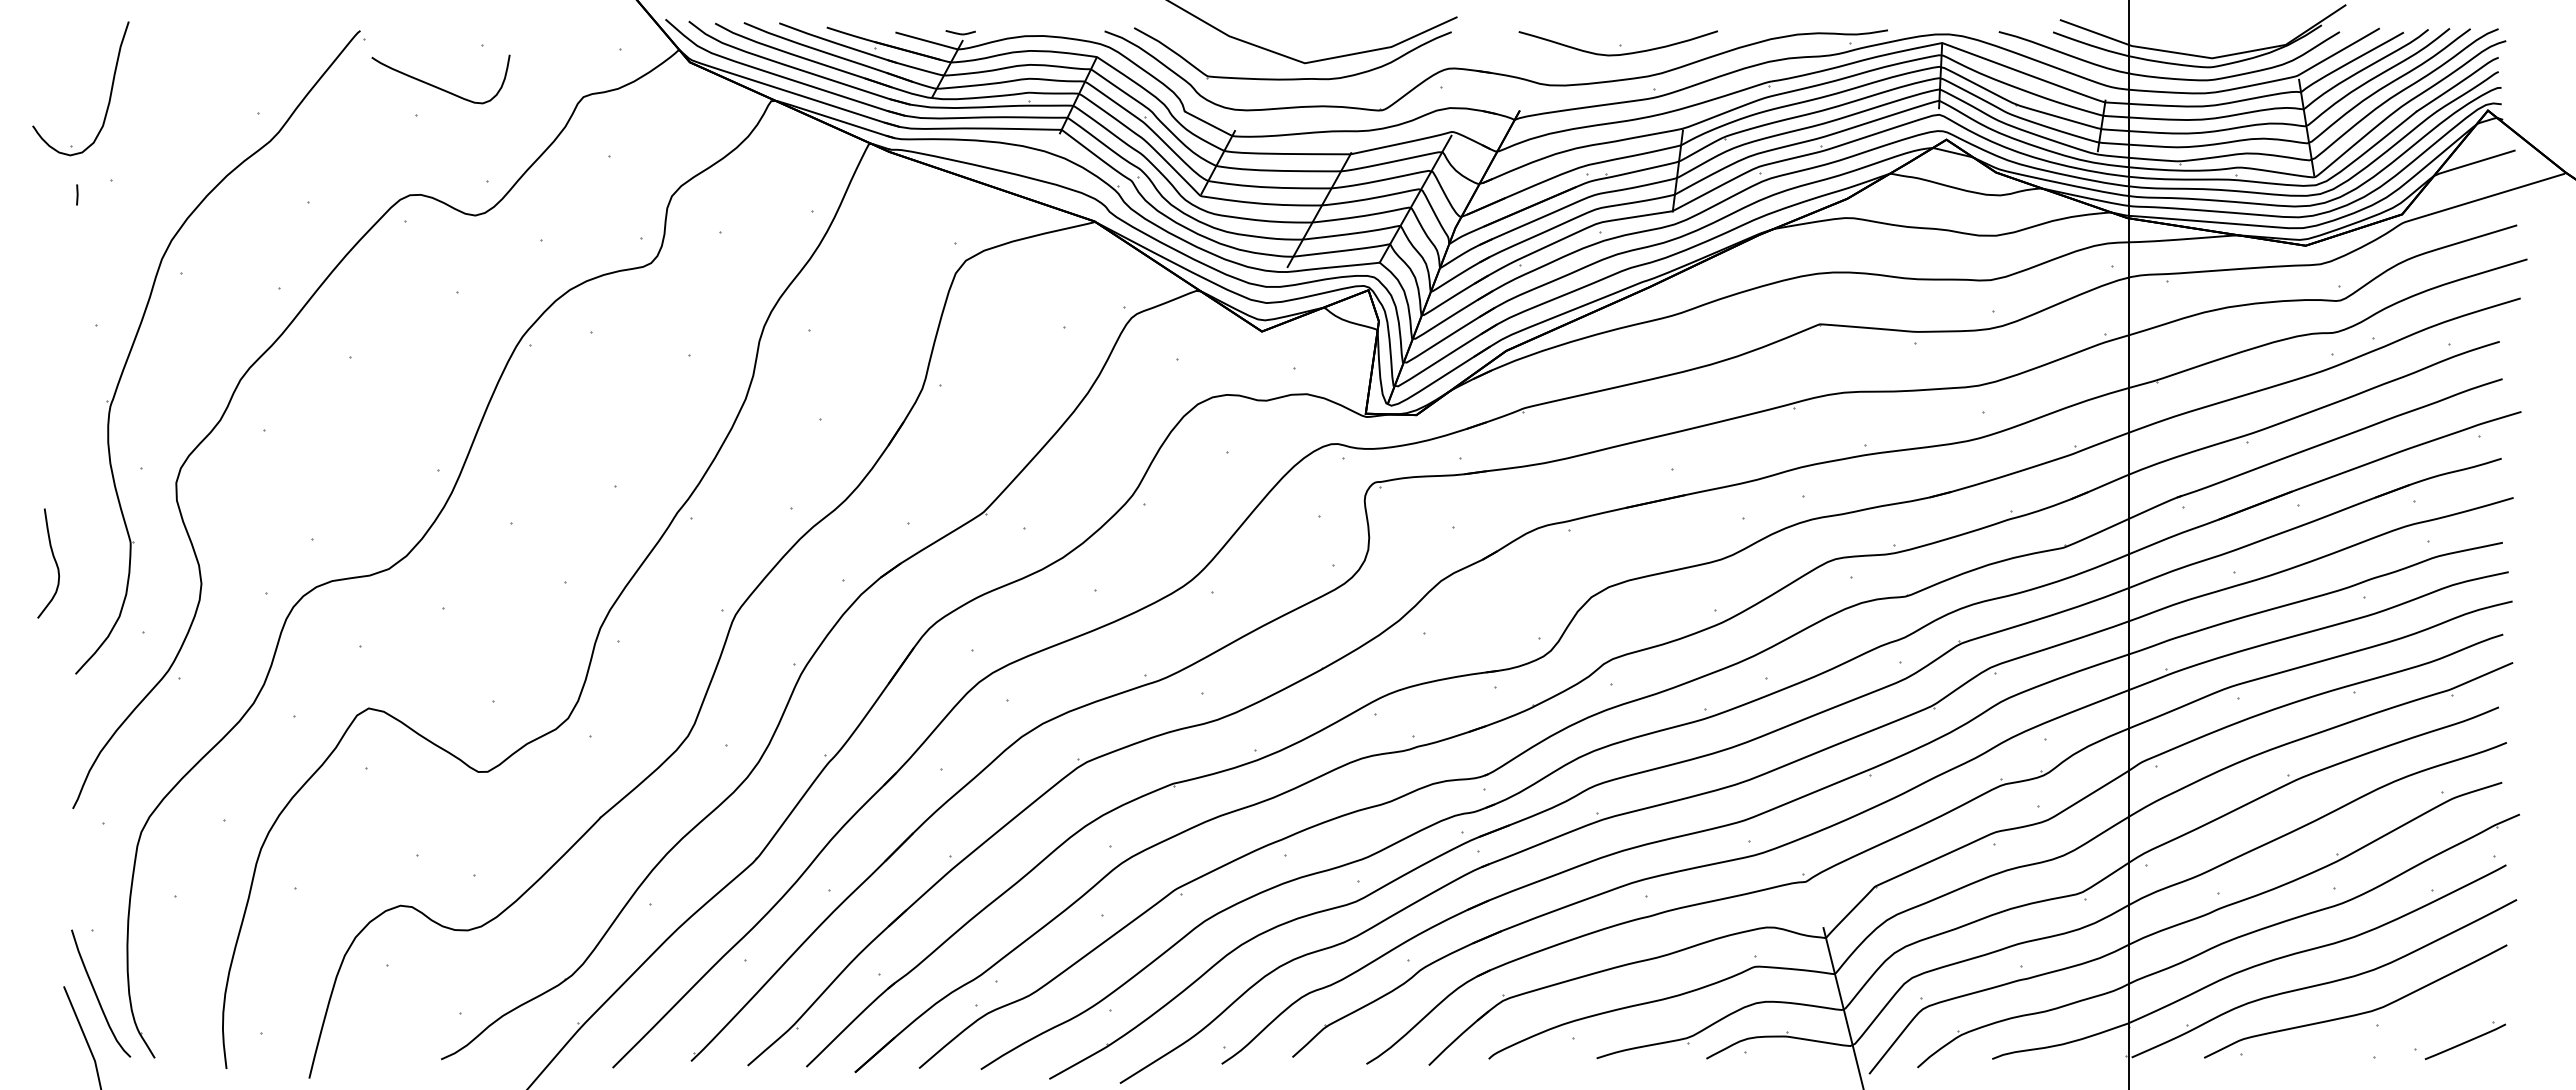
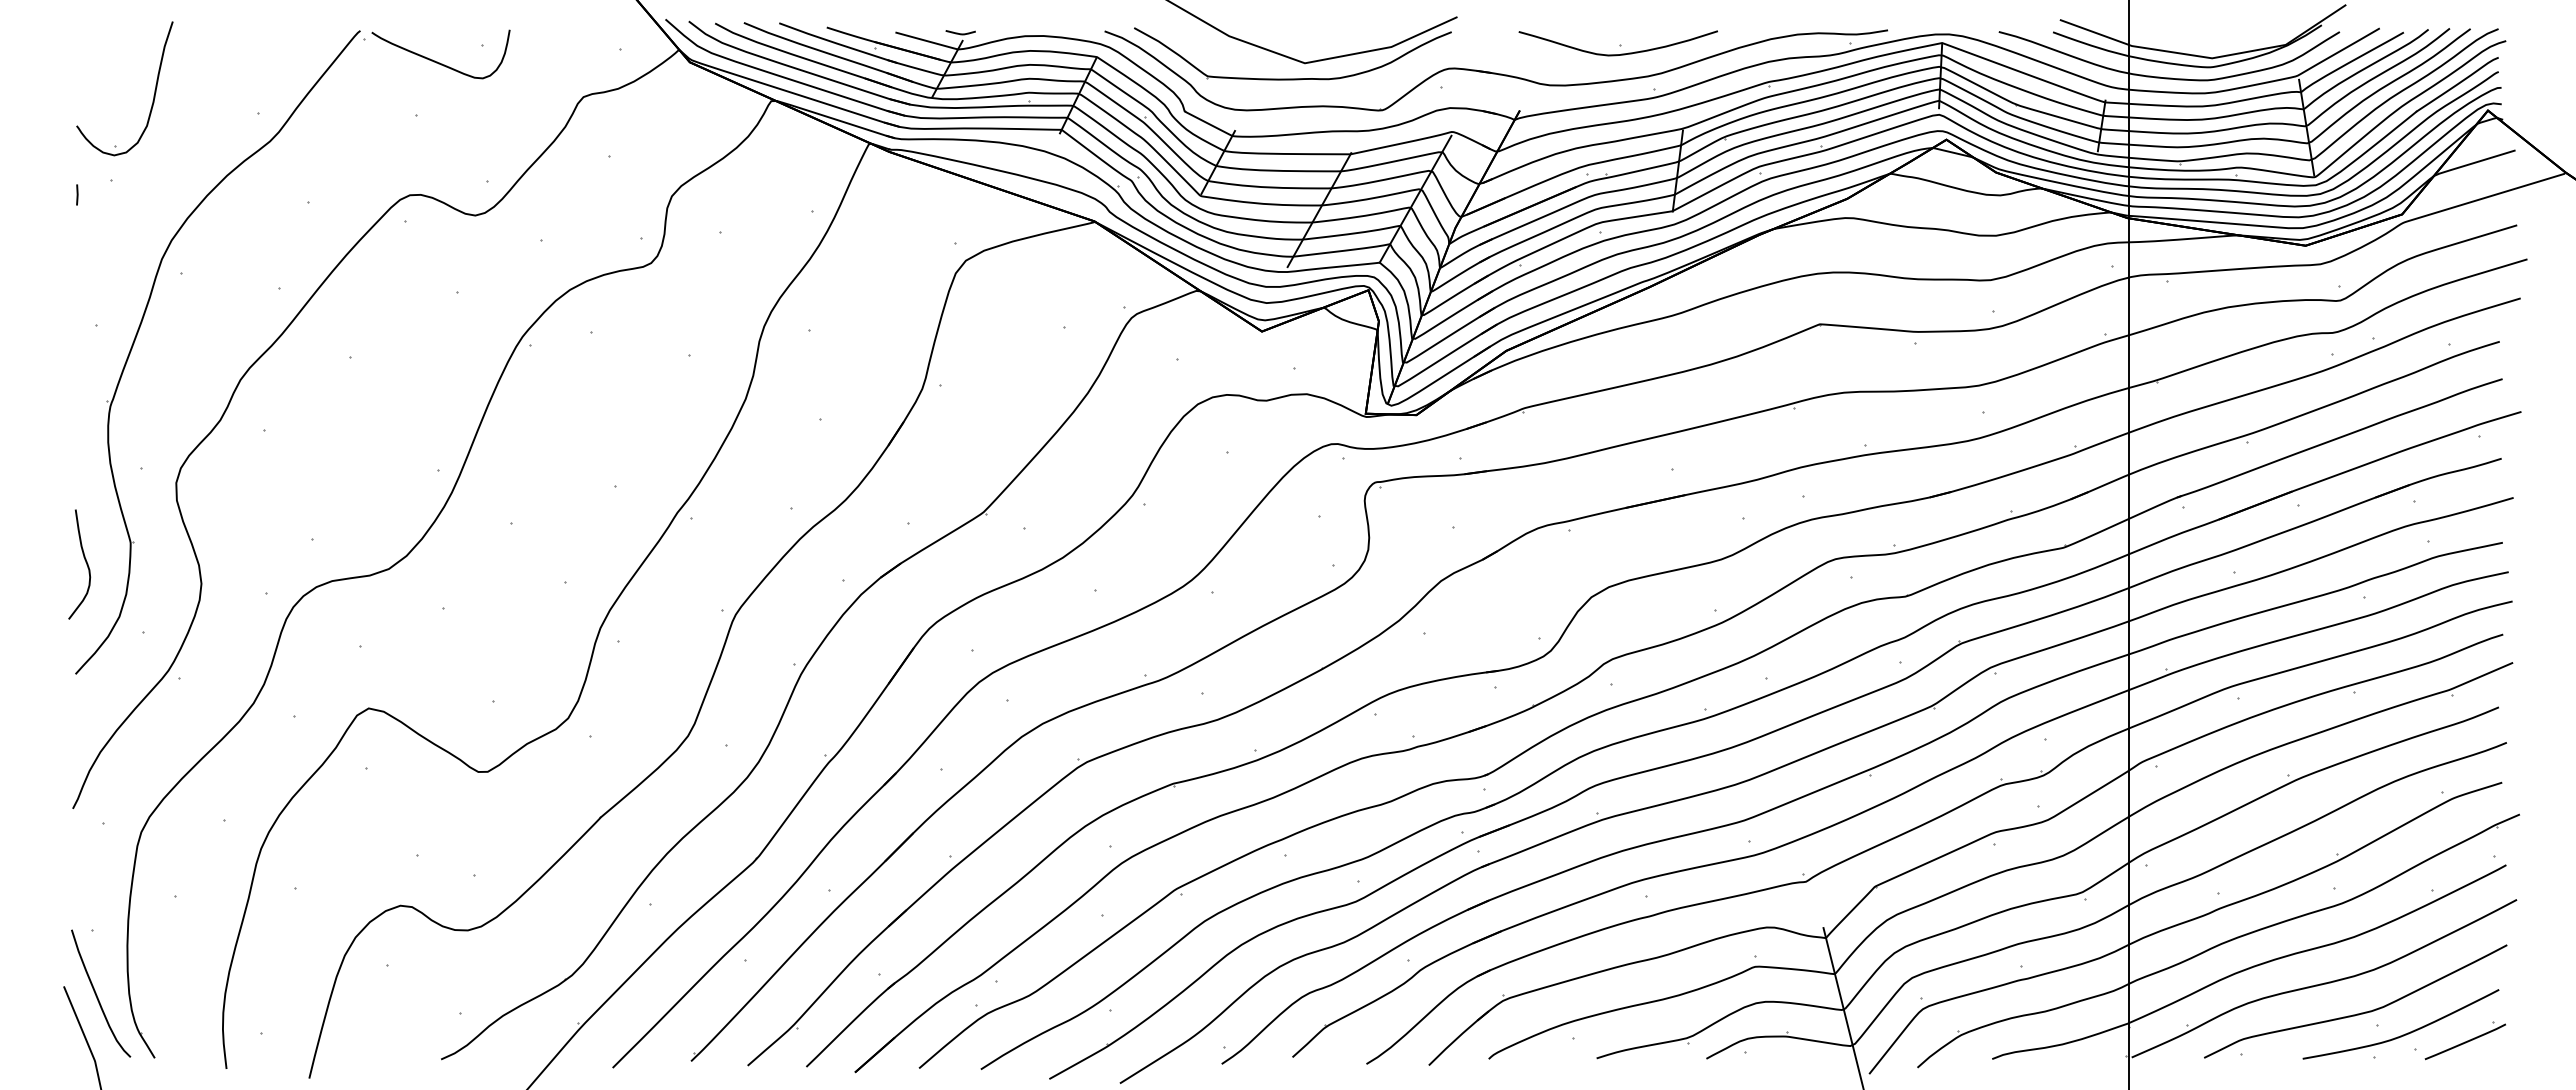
curve at (437, 86) position: (437, 86) -> (437, 61)
part at (109, 95) position: (109, 95) -> (153, 95)
curve at (54, 561) position: (54, 561) -> (85, 562)
curve at (2402, 1034): none -> present
